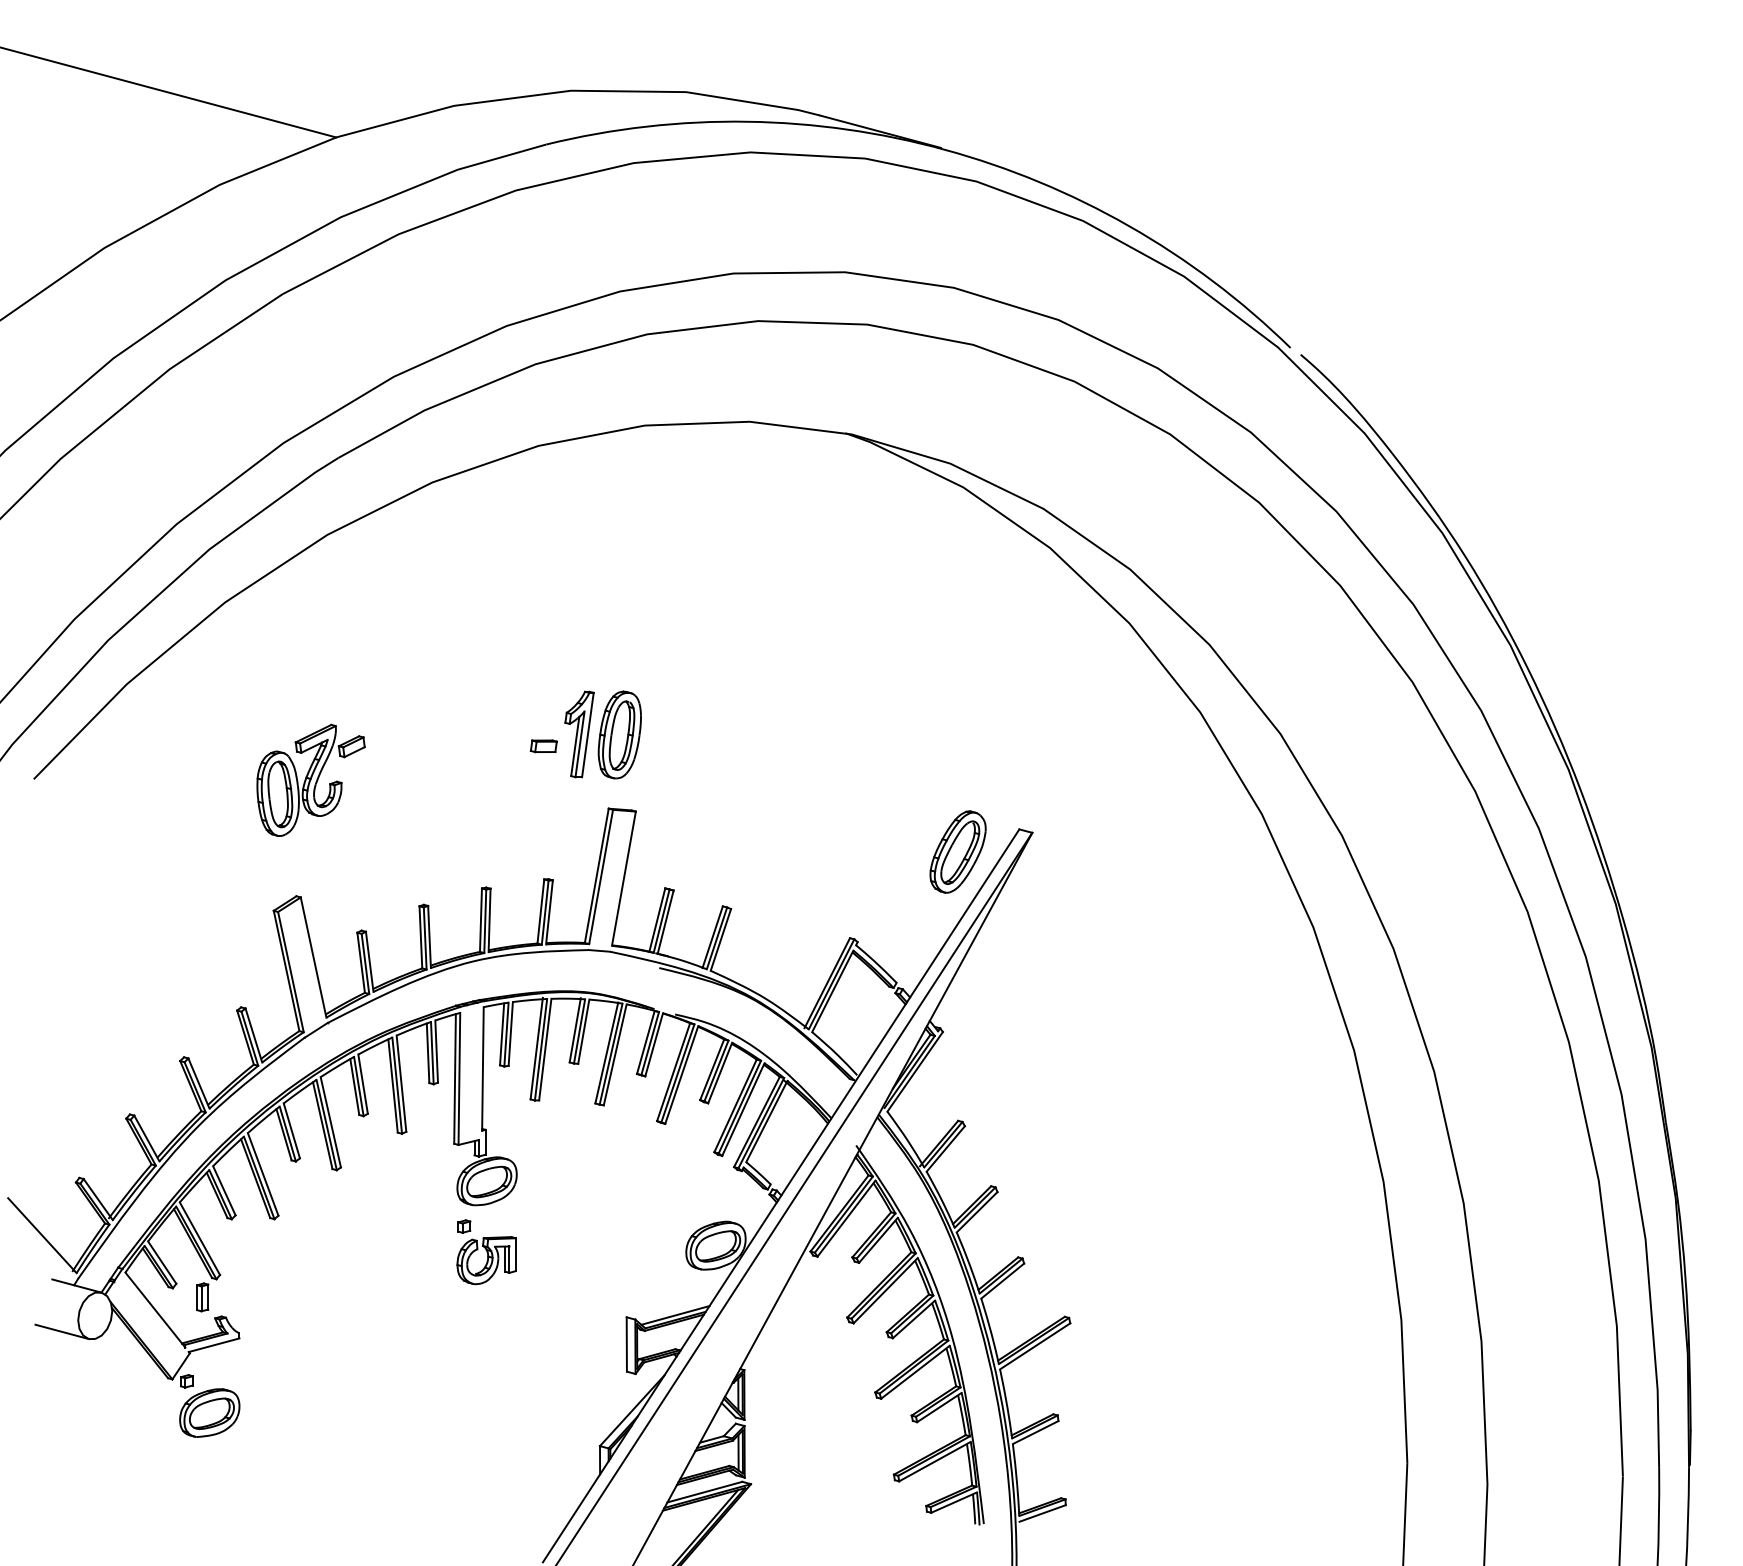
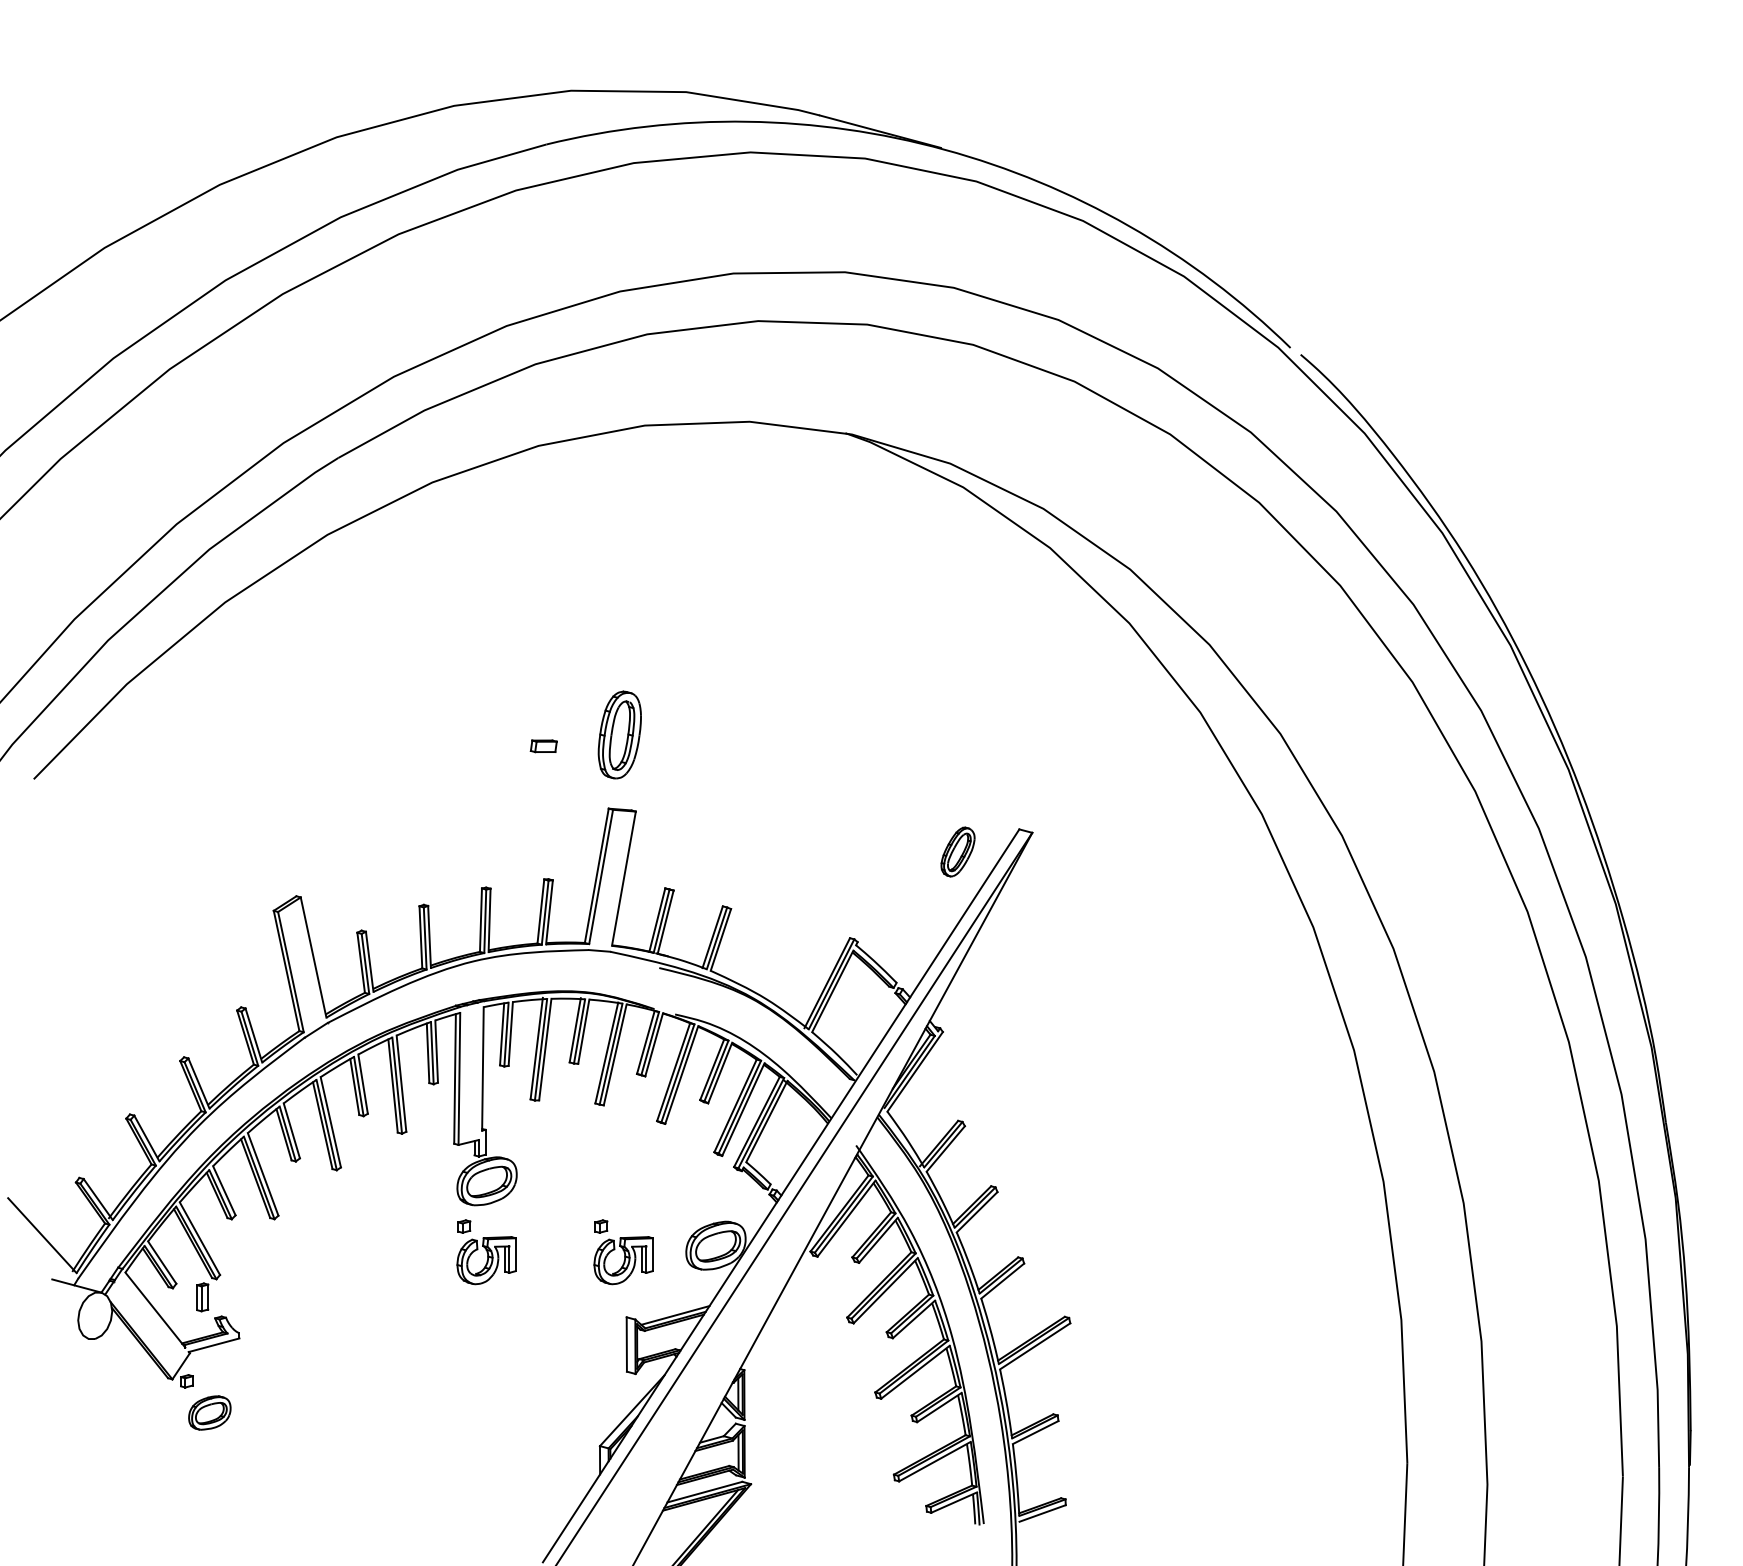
line at (169, 92): present -> none
part at (579, 734): present -> none
part at (310, 779): present -> none
part at (957, 851) size: 58x84 px -> 36x52 px
part at (623, 1252): none -> present
line at (62, 1331): present -> none
part at (209, 1412) size: 62x50 px -> 44x36 px
